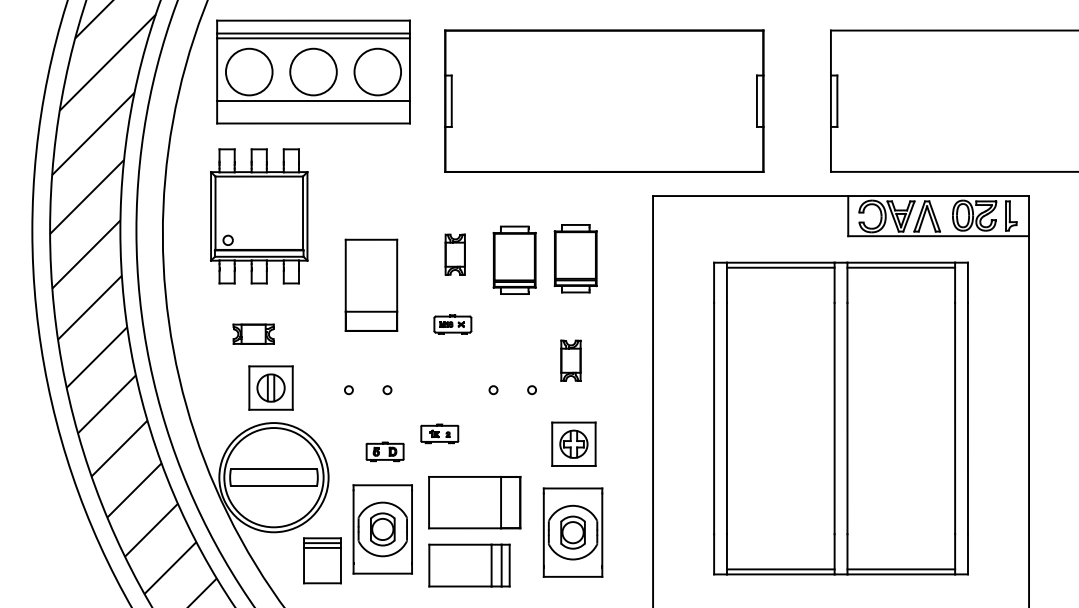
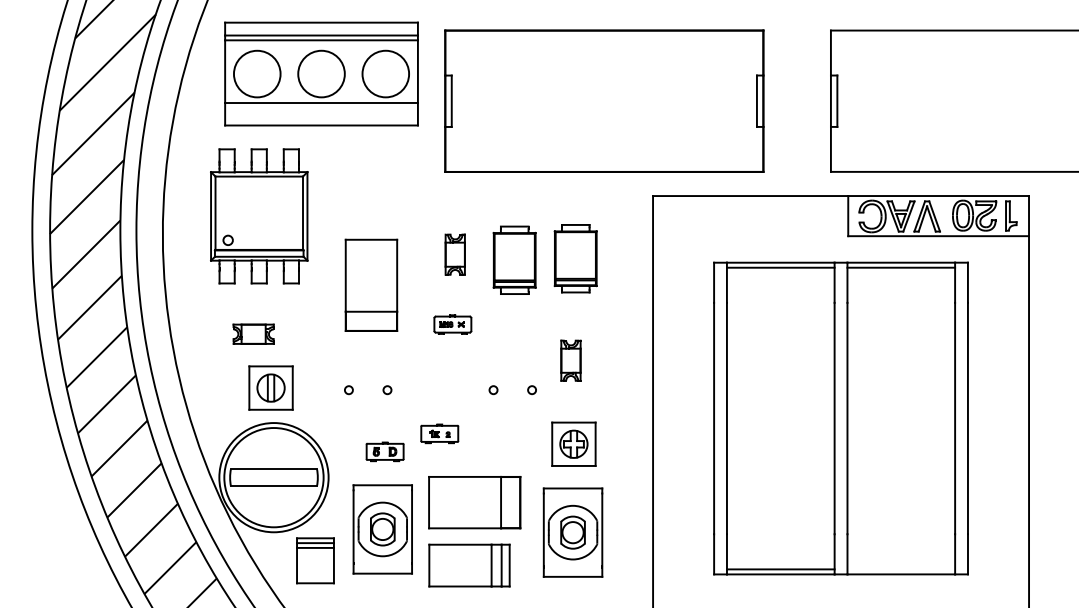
part at (313, 71) position: (313, 71) -> (321, 73)
part at (322, 560) position: (322, 560) -> (315, 560)
line at (901, 569): present -> none
